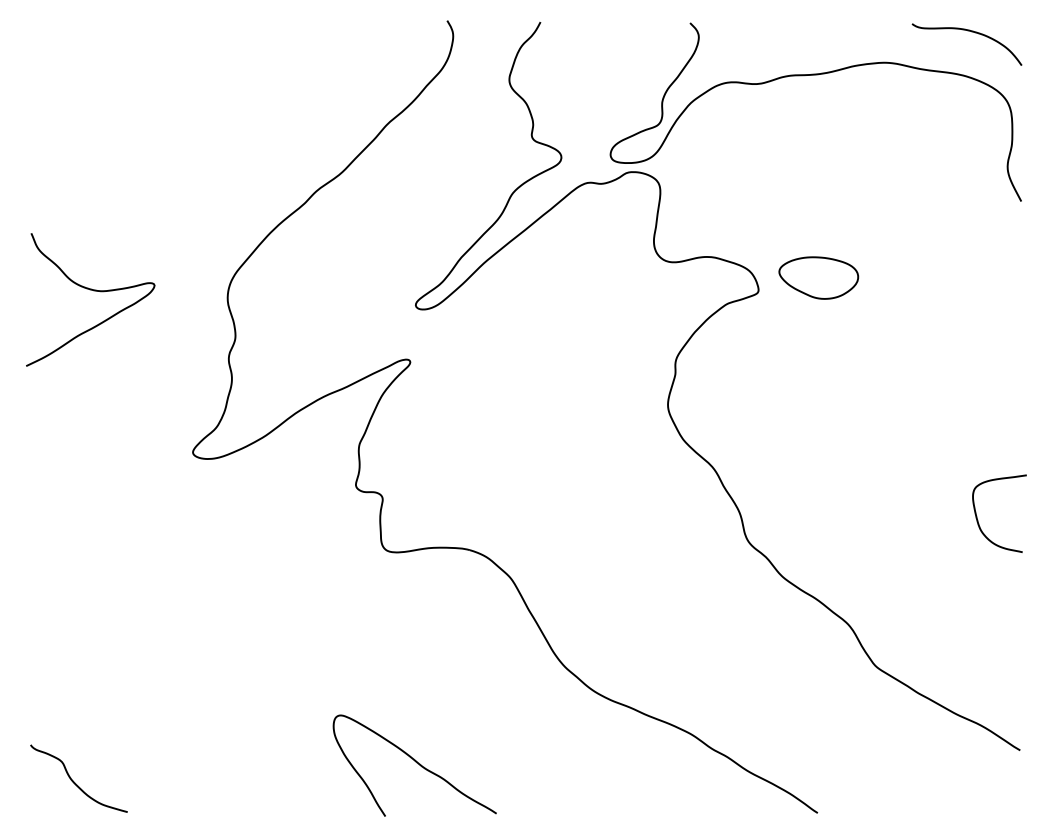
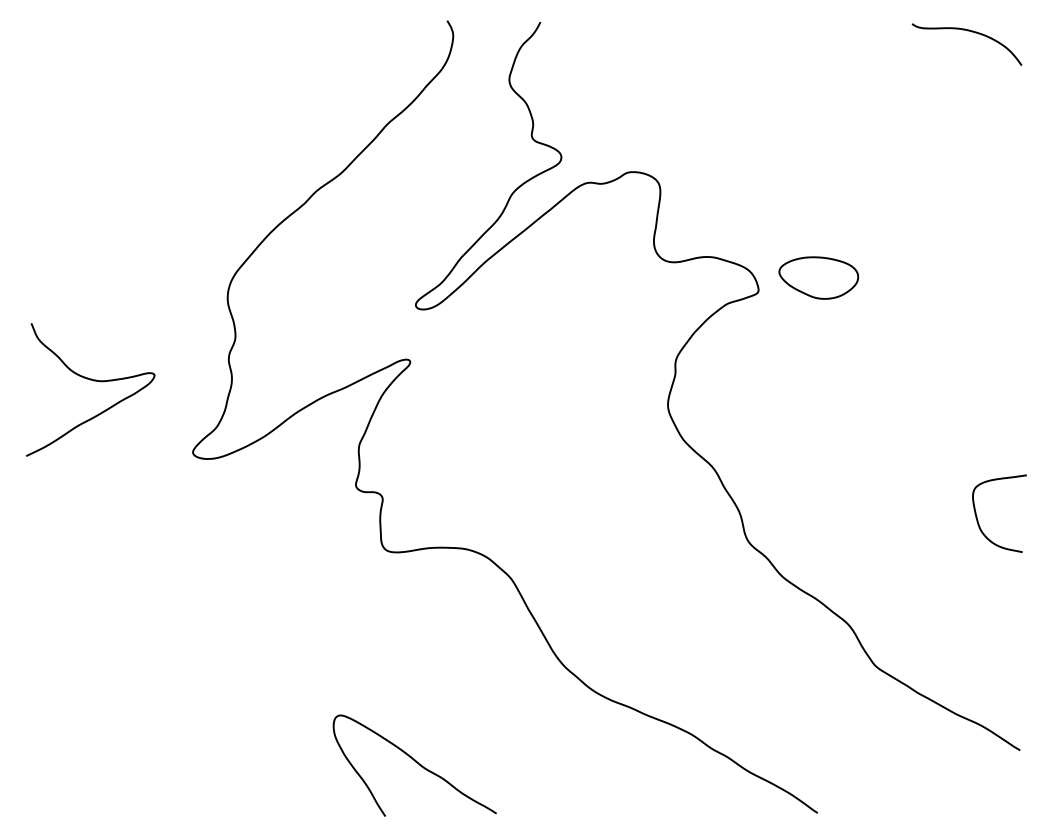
curve at (815, 75): present -> none
curve at (93, 291) position: (93, 291) -> (93, 381)
curve at (74, 781): present -> none
